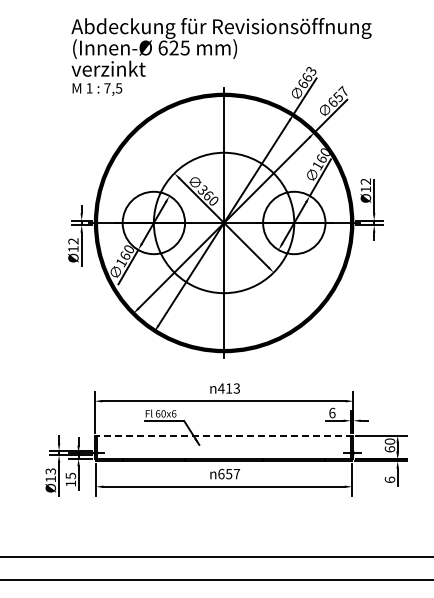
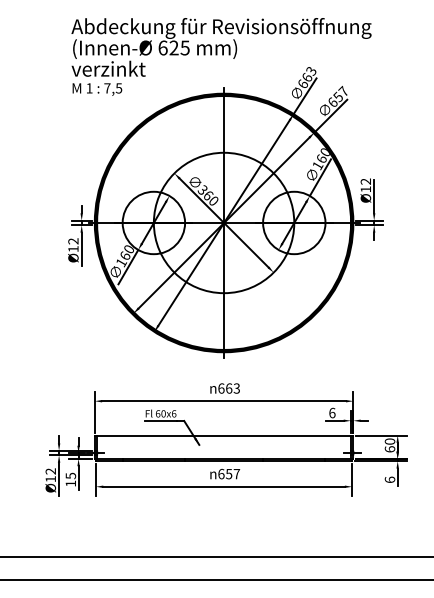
text at (224, 388): 413 -> 663
line at (223, 435): dashed -> solid
text at (51, 471): Ø13 -> Ø12
